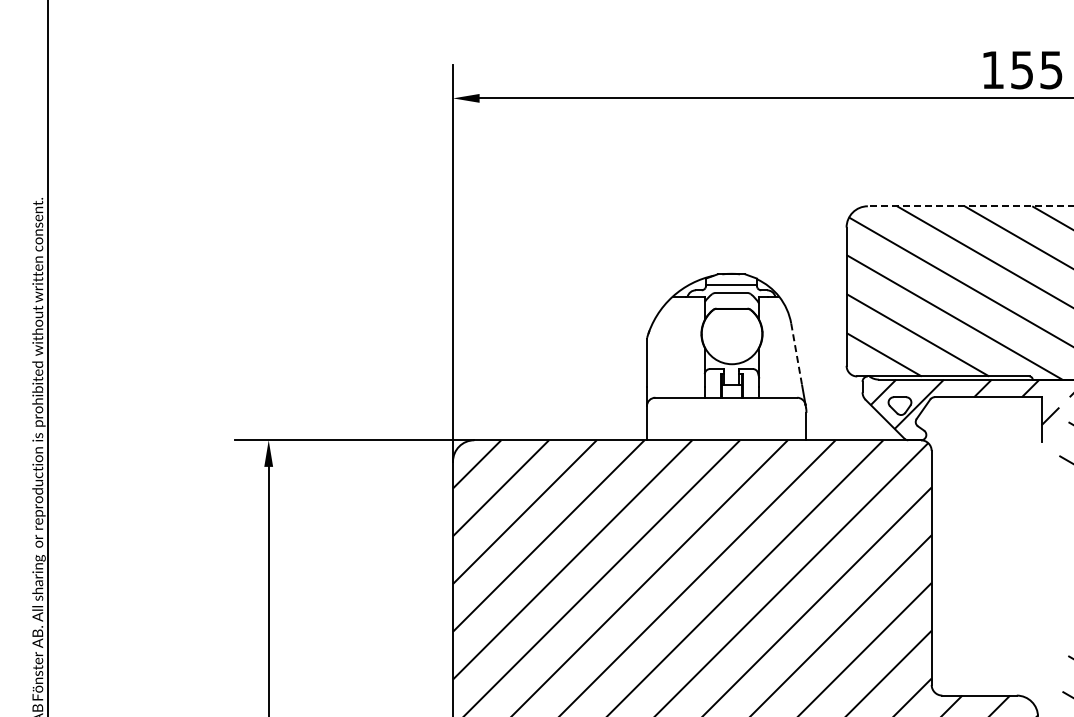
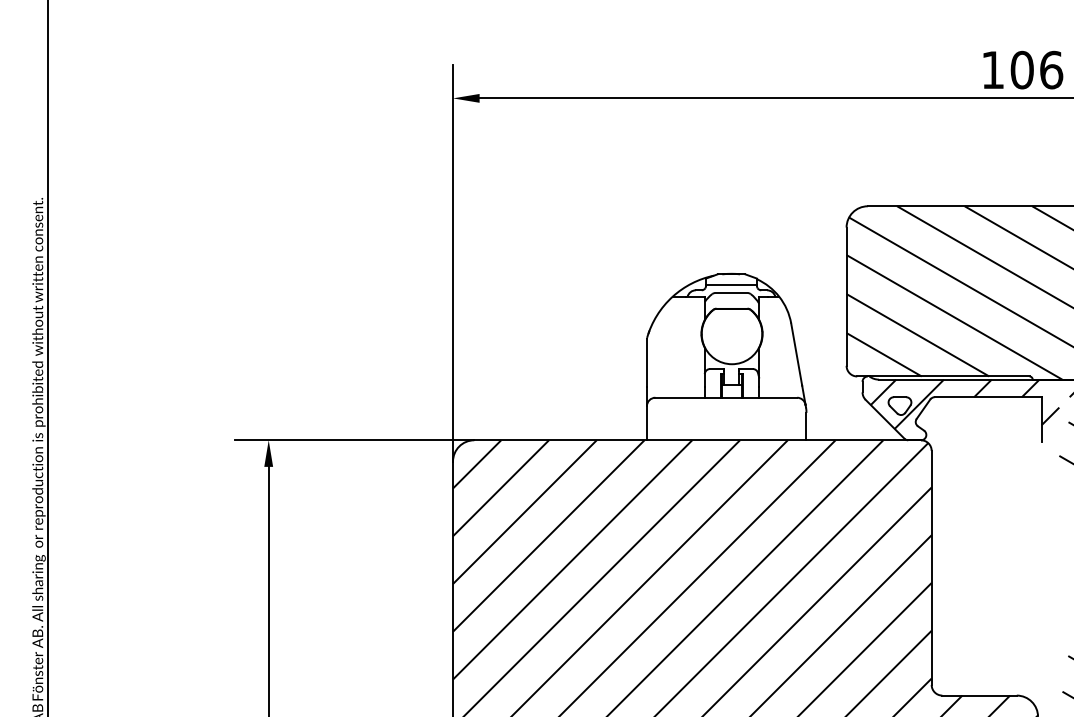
text at (1036, 69): 155 -> 106
line at (970, 206): dashed -> solid
line at (796, 354): dashed -> solid
